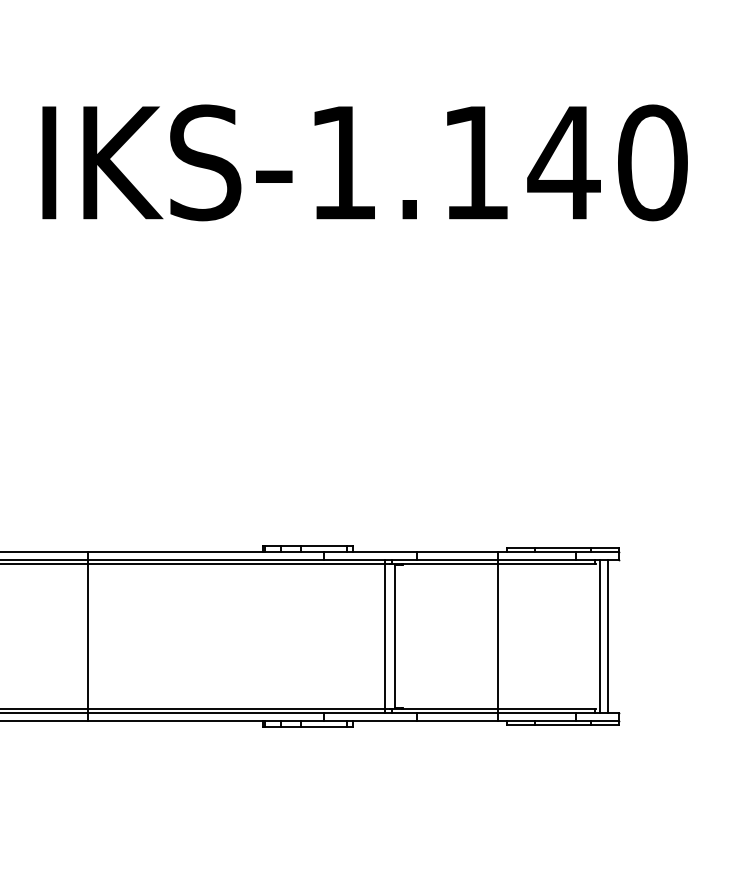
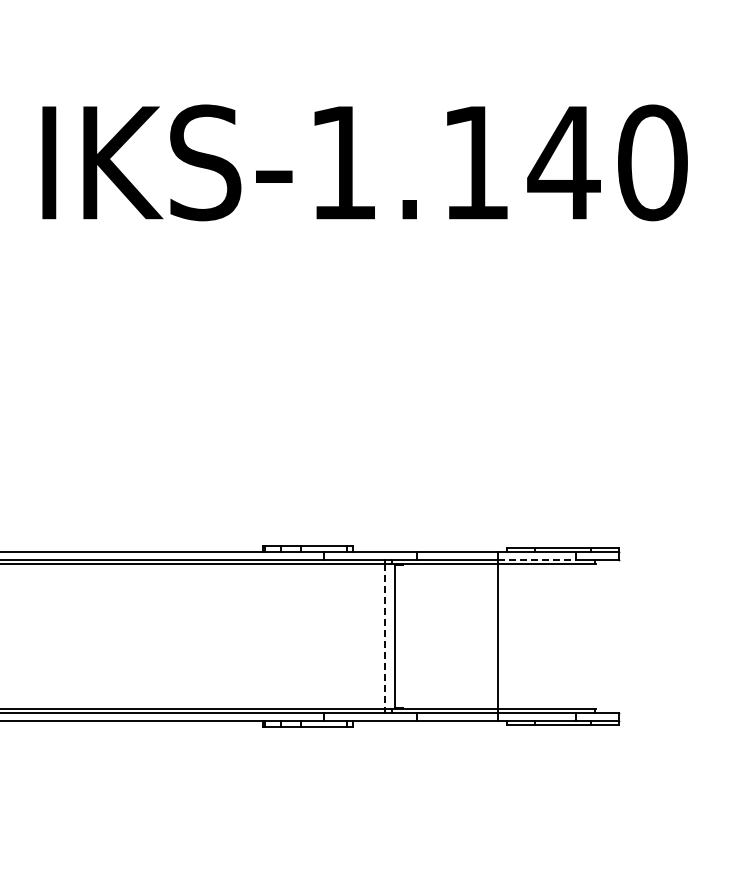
line at (537, 559): solid -> dashed
line at (88, 636): present -> none
line at (384, 636): solid -> dashed
line at (600, 636): present -> none
line at (607, 636): present -> none
